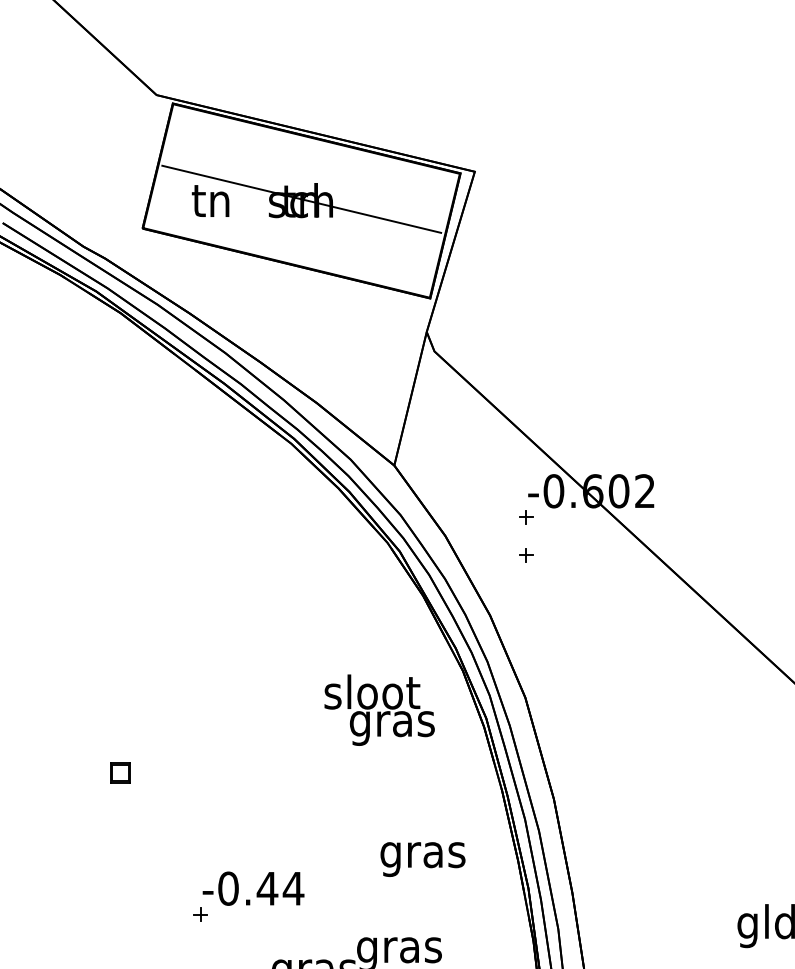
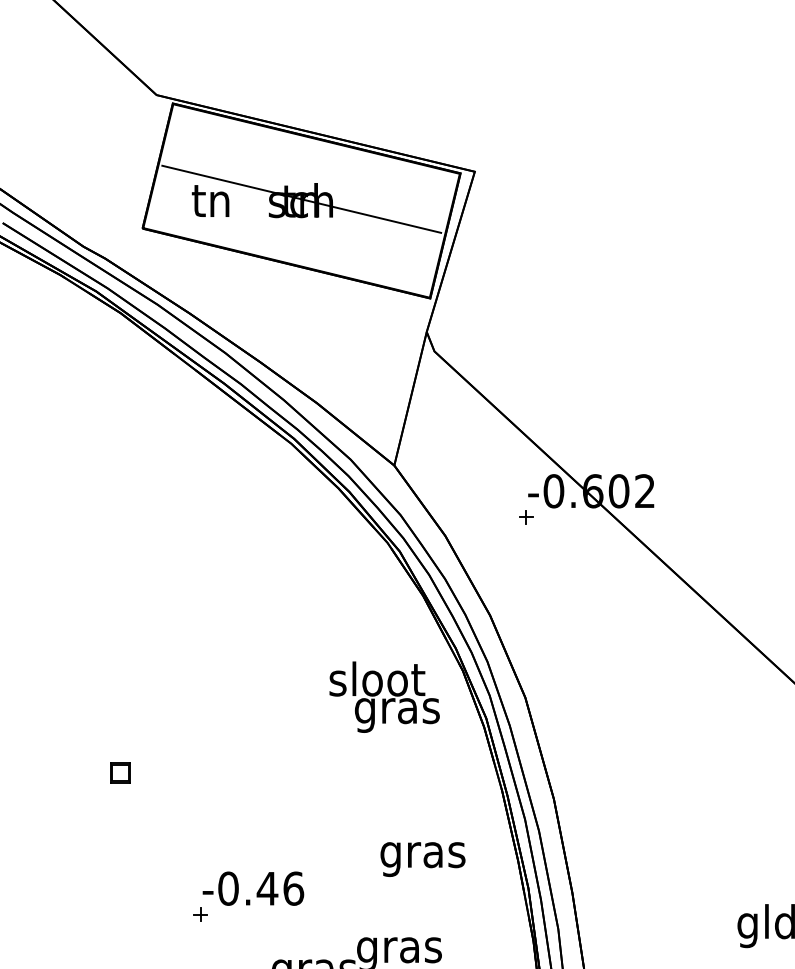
part at (526, 555): present -> none
text at (379, 709) position: (379, 709) -> (384, 696)
text at (293, 888): -0.44 -> -0.46
